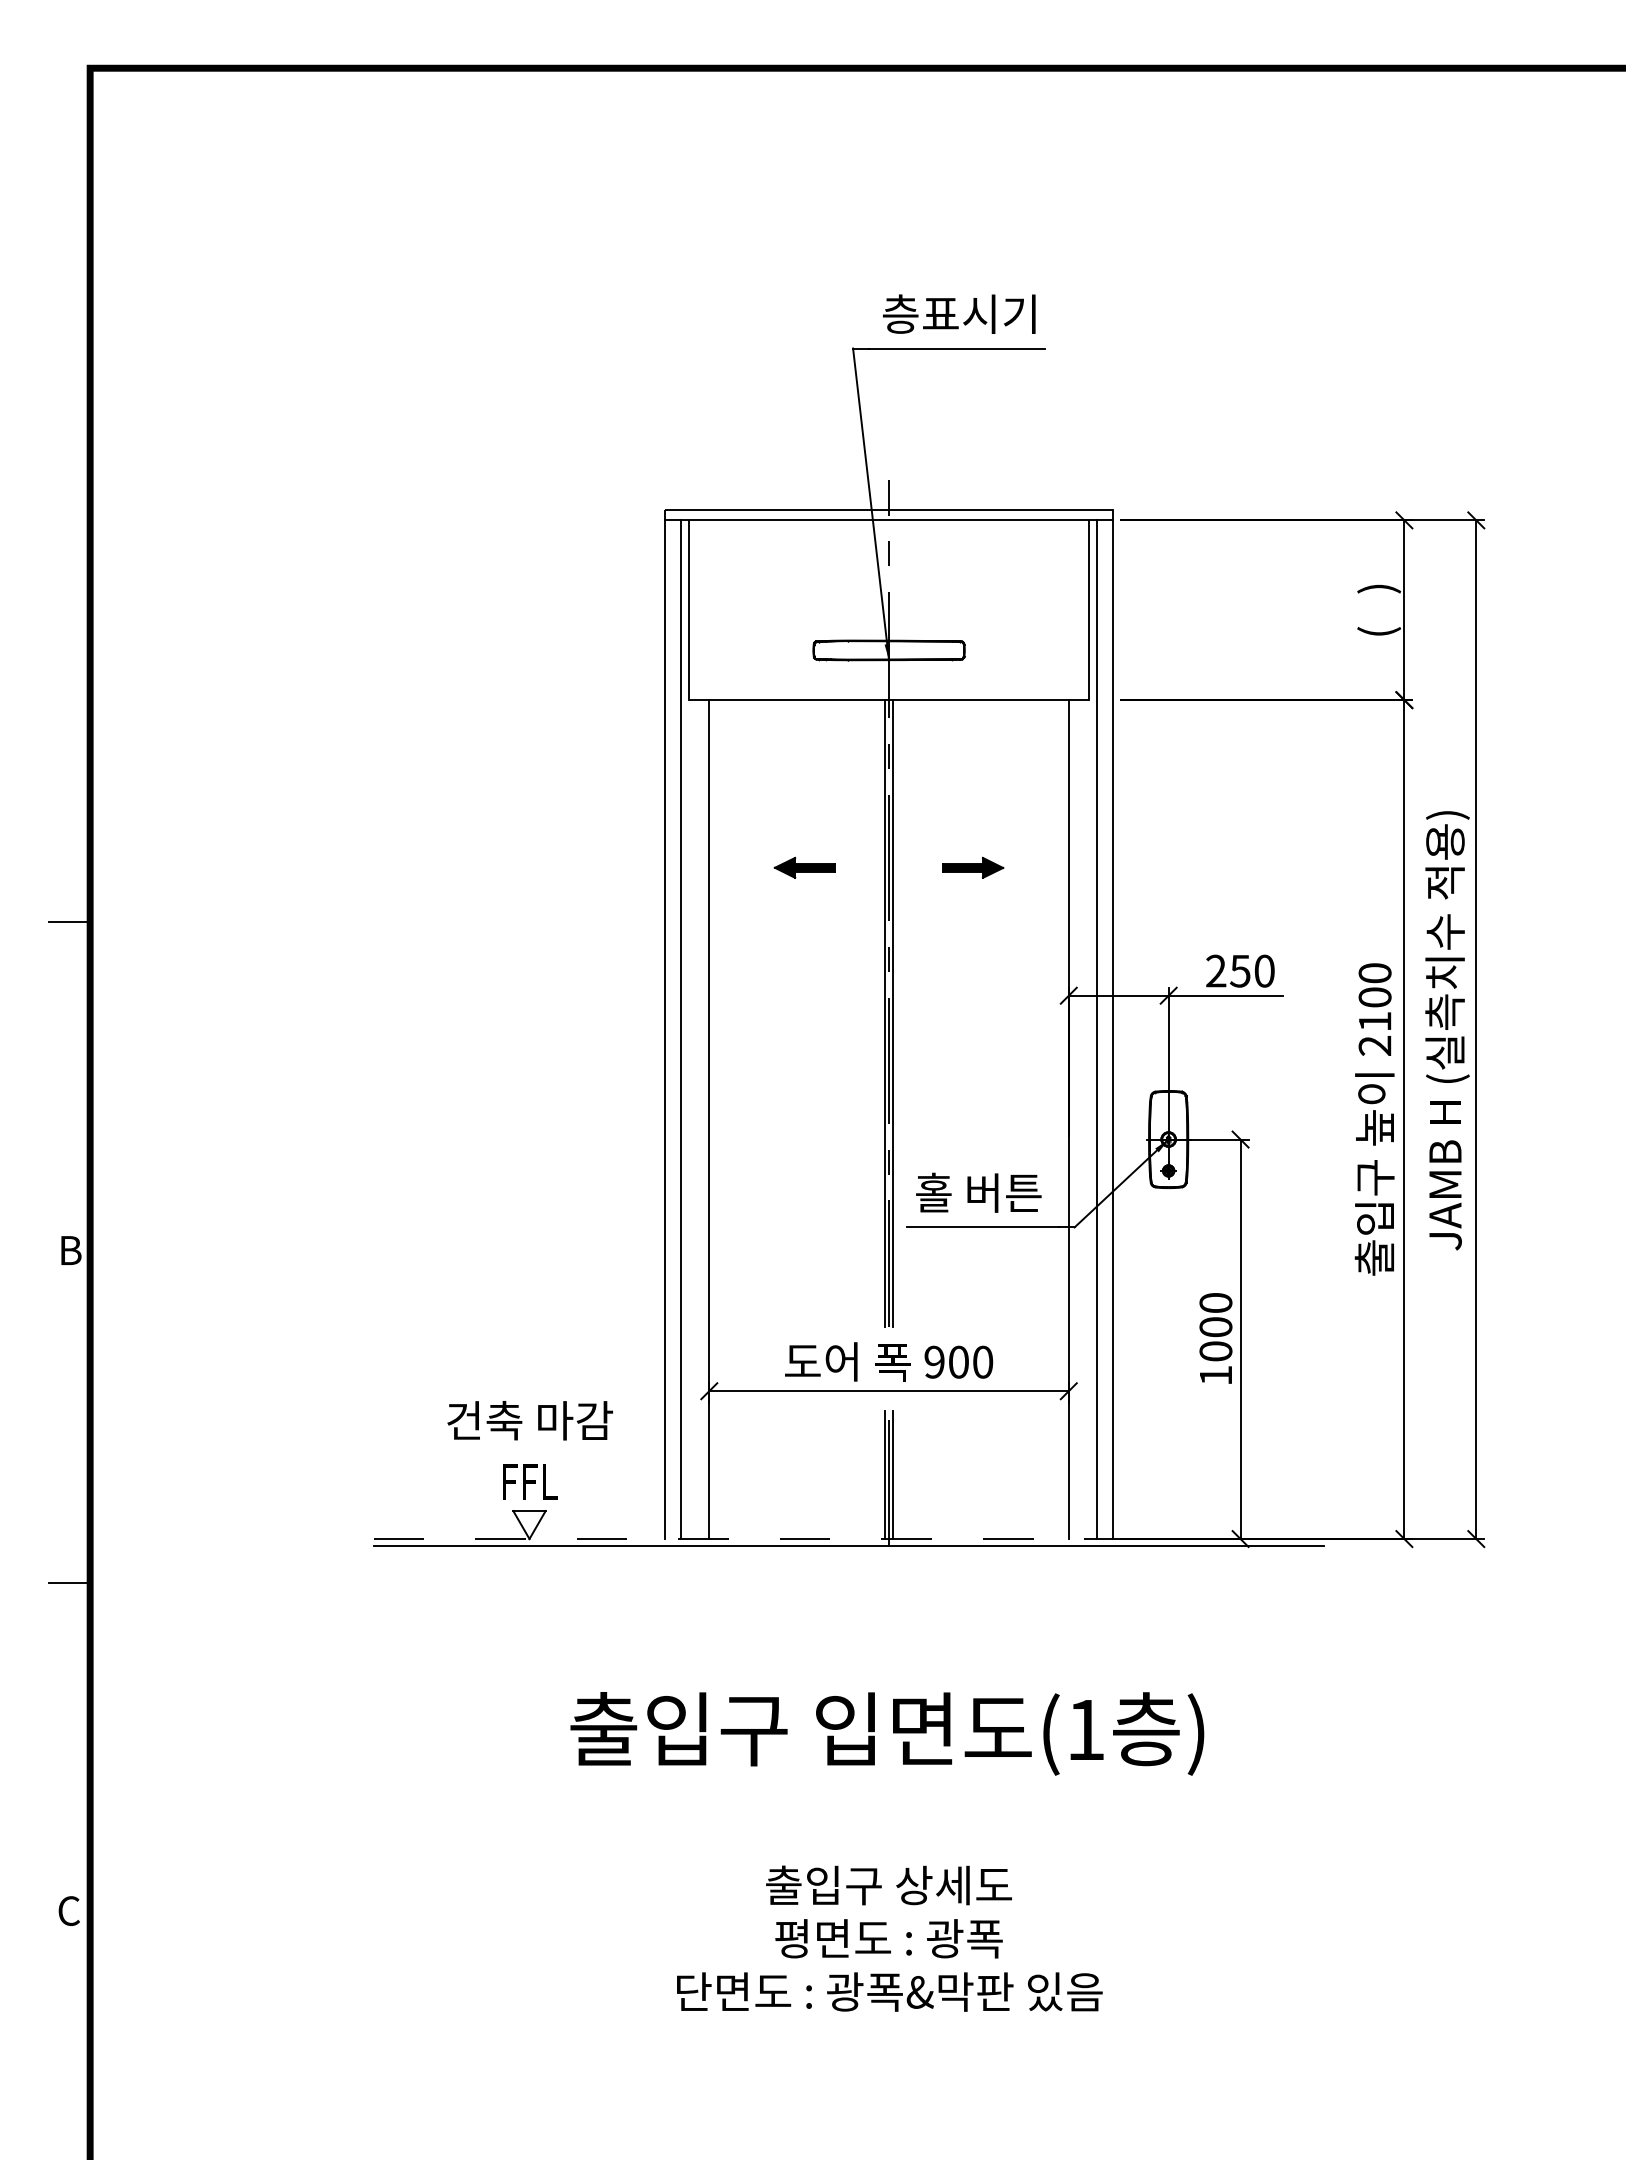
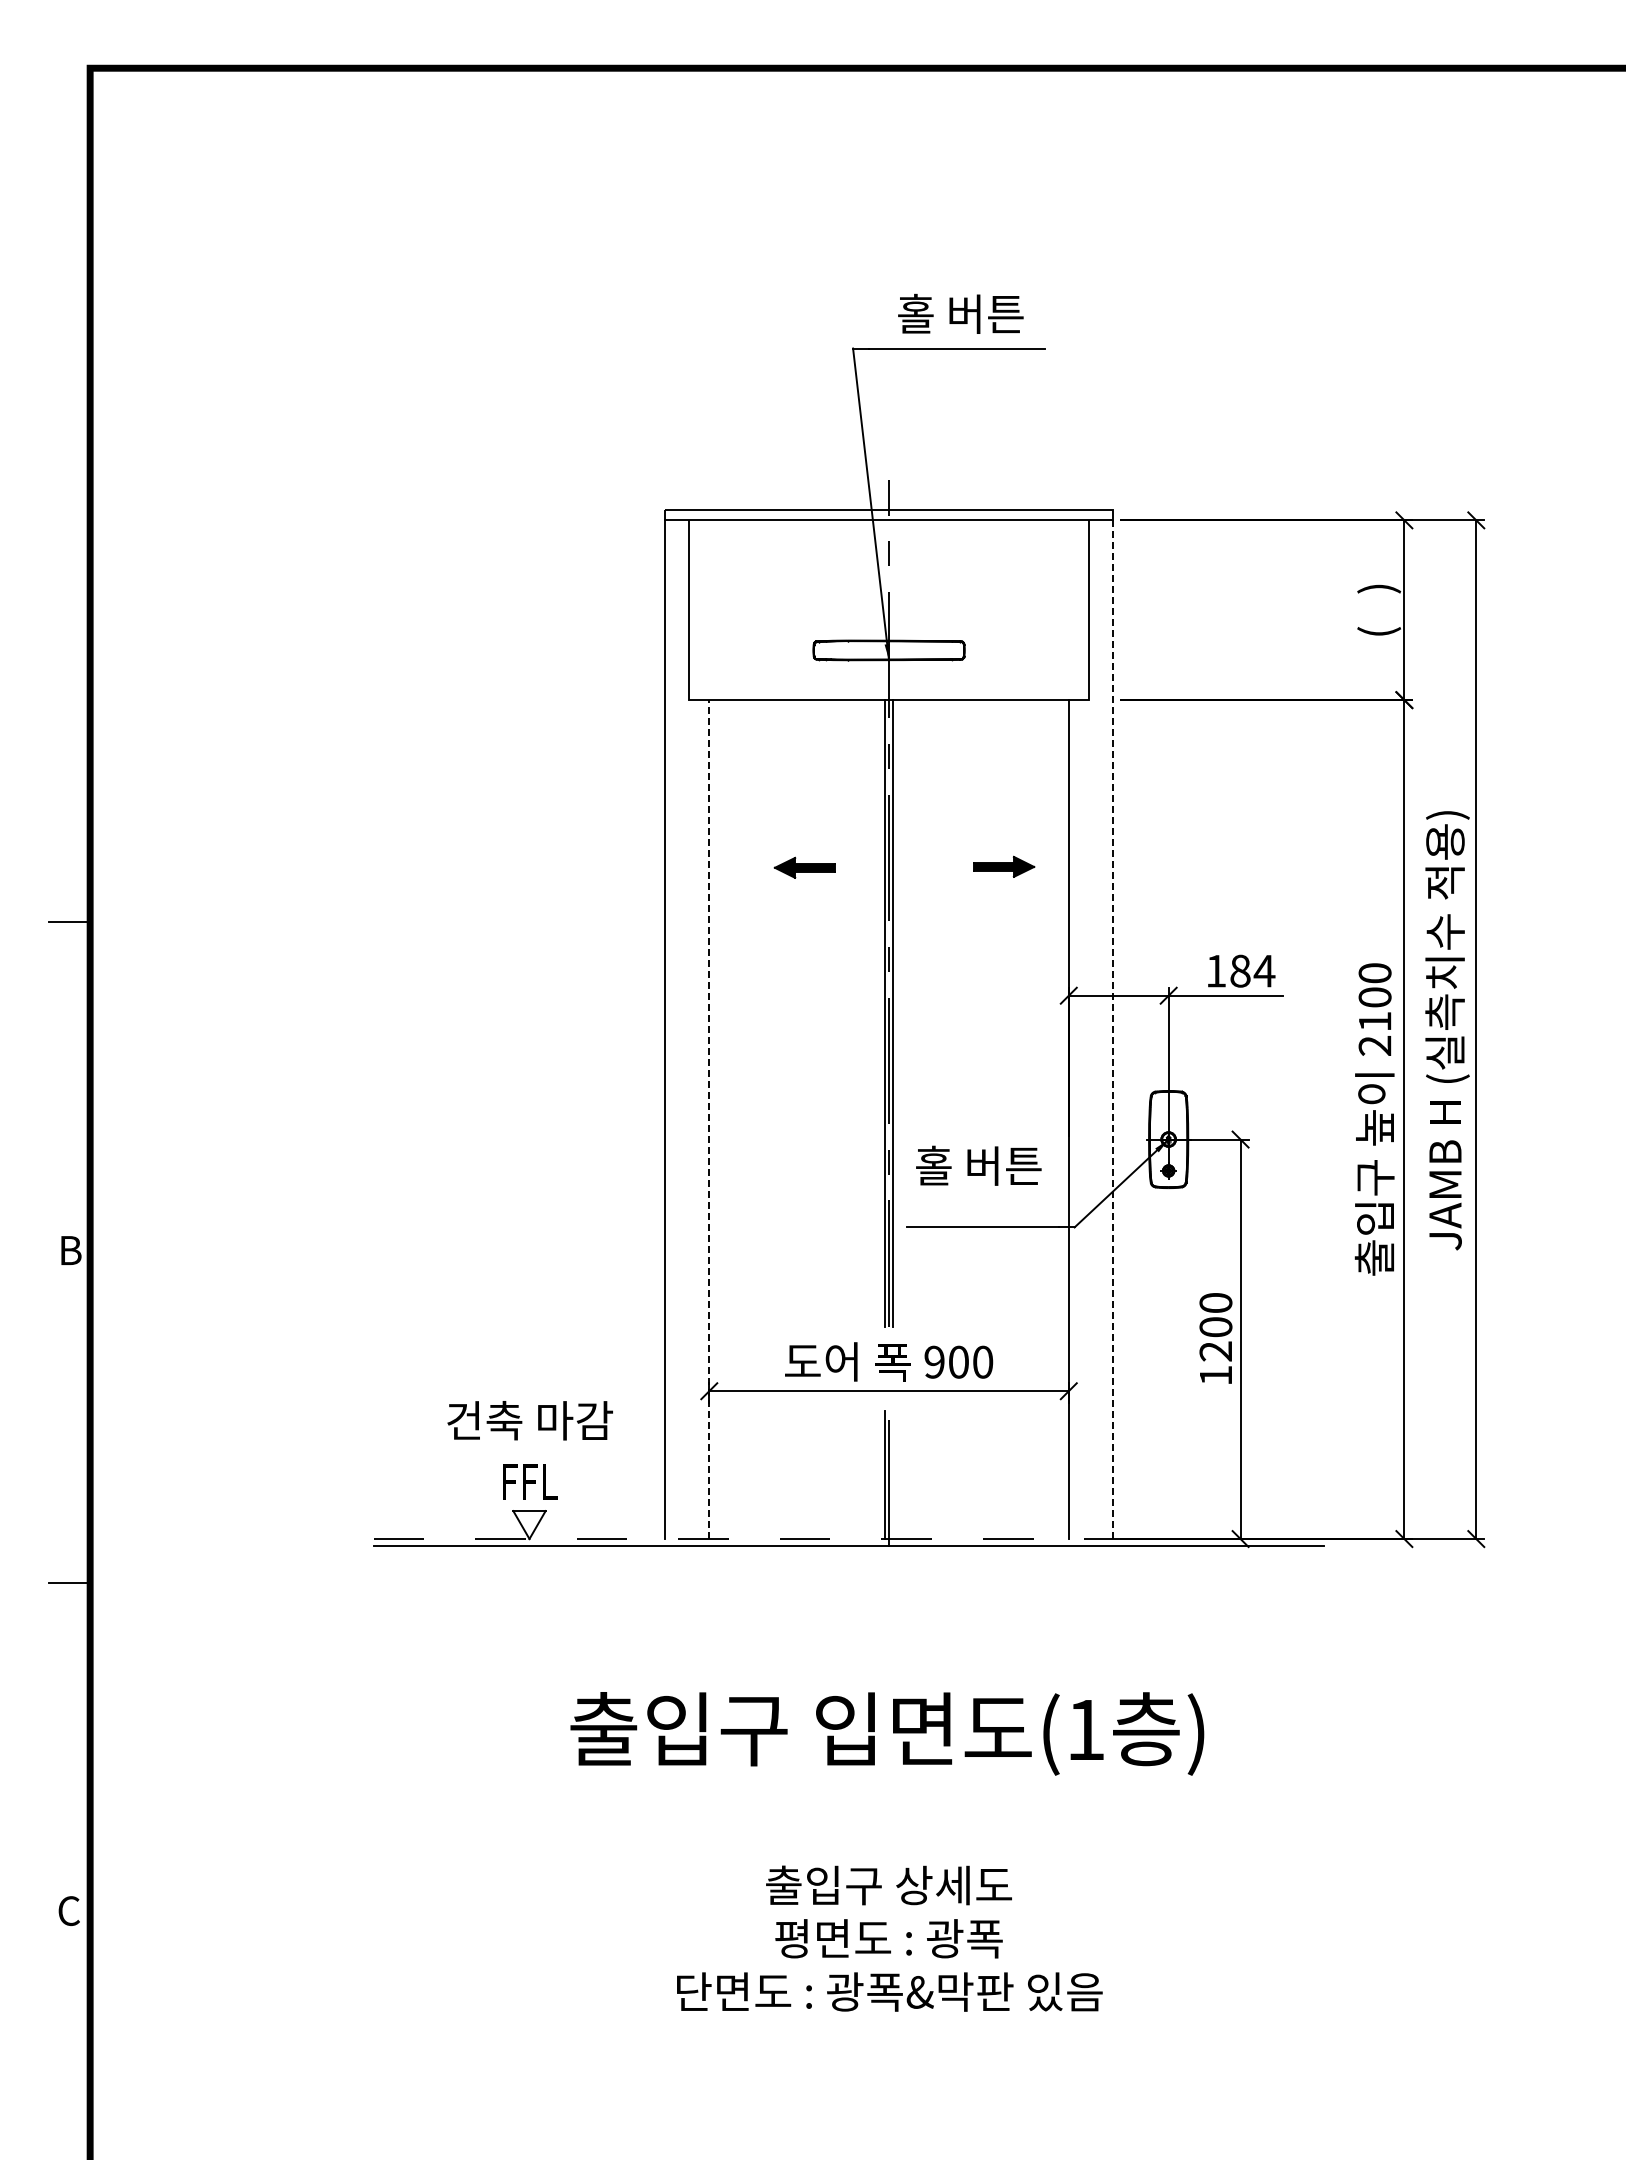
text at (959, 313): 층표시기 -> 홀 버튼
part at (973, 867) position: (973, 867) -> (1004, 866)
text at (1240, 970): 250 -> 184
line at (681, 1029): present -> none
line at (1096, 1029): present -> none
line at (1112, 1029): solid -> dashed
line at (709, 1119): solid -> dashed
text at (978, 1192) position: (978, 1192) -> (978, 1165)
text at (1215, 1351): 1000 -> 1200
line at (893, 1475): present -> none
